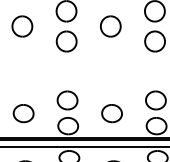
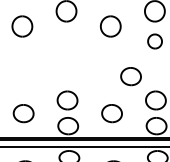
part at (66, 41): present -> none
part at (154, 41) size: 22x23 px -> 16x17 px
part at (130, 76): none -> present
